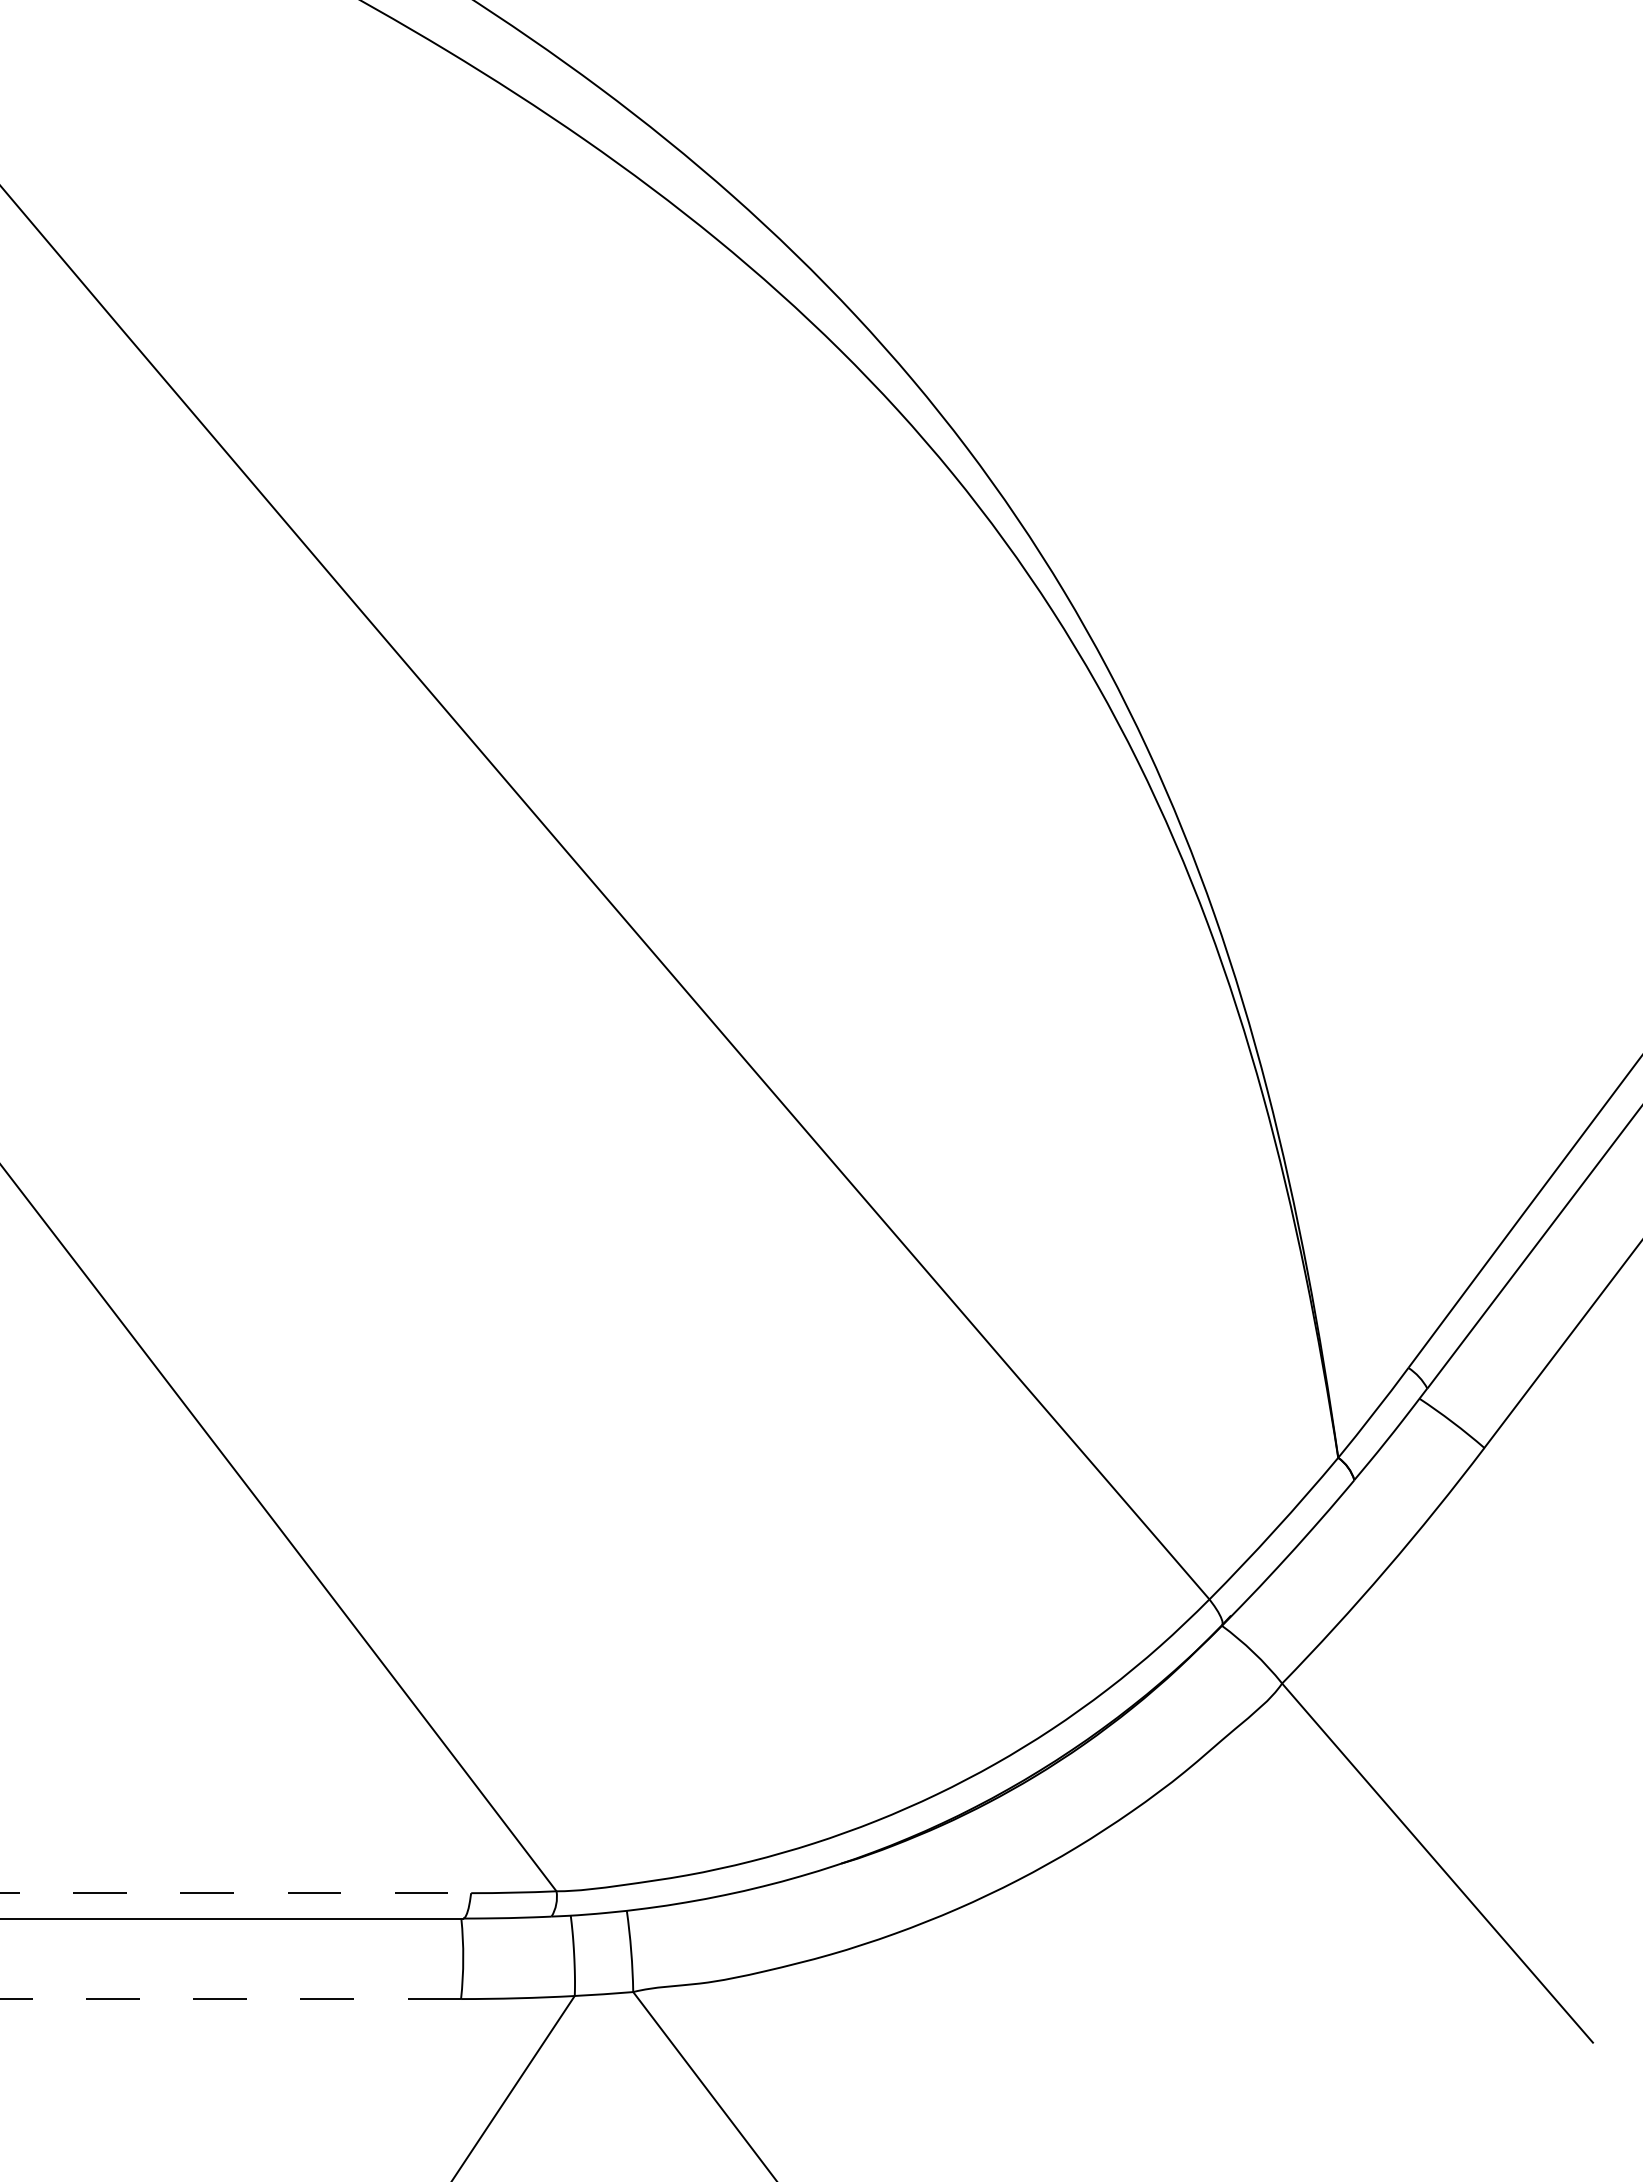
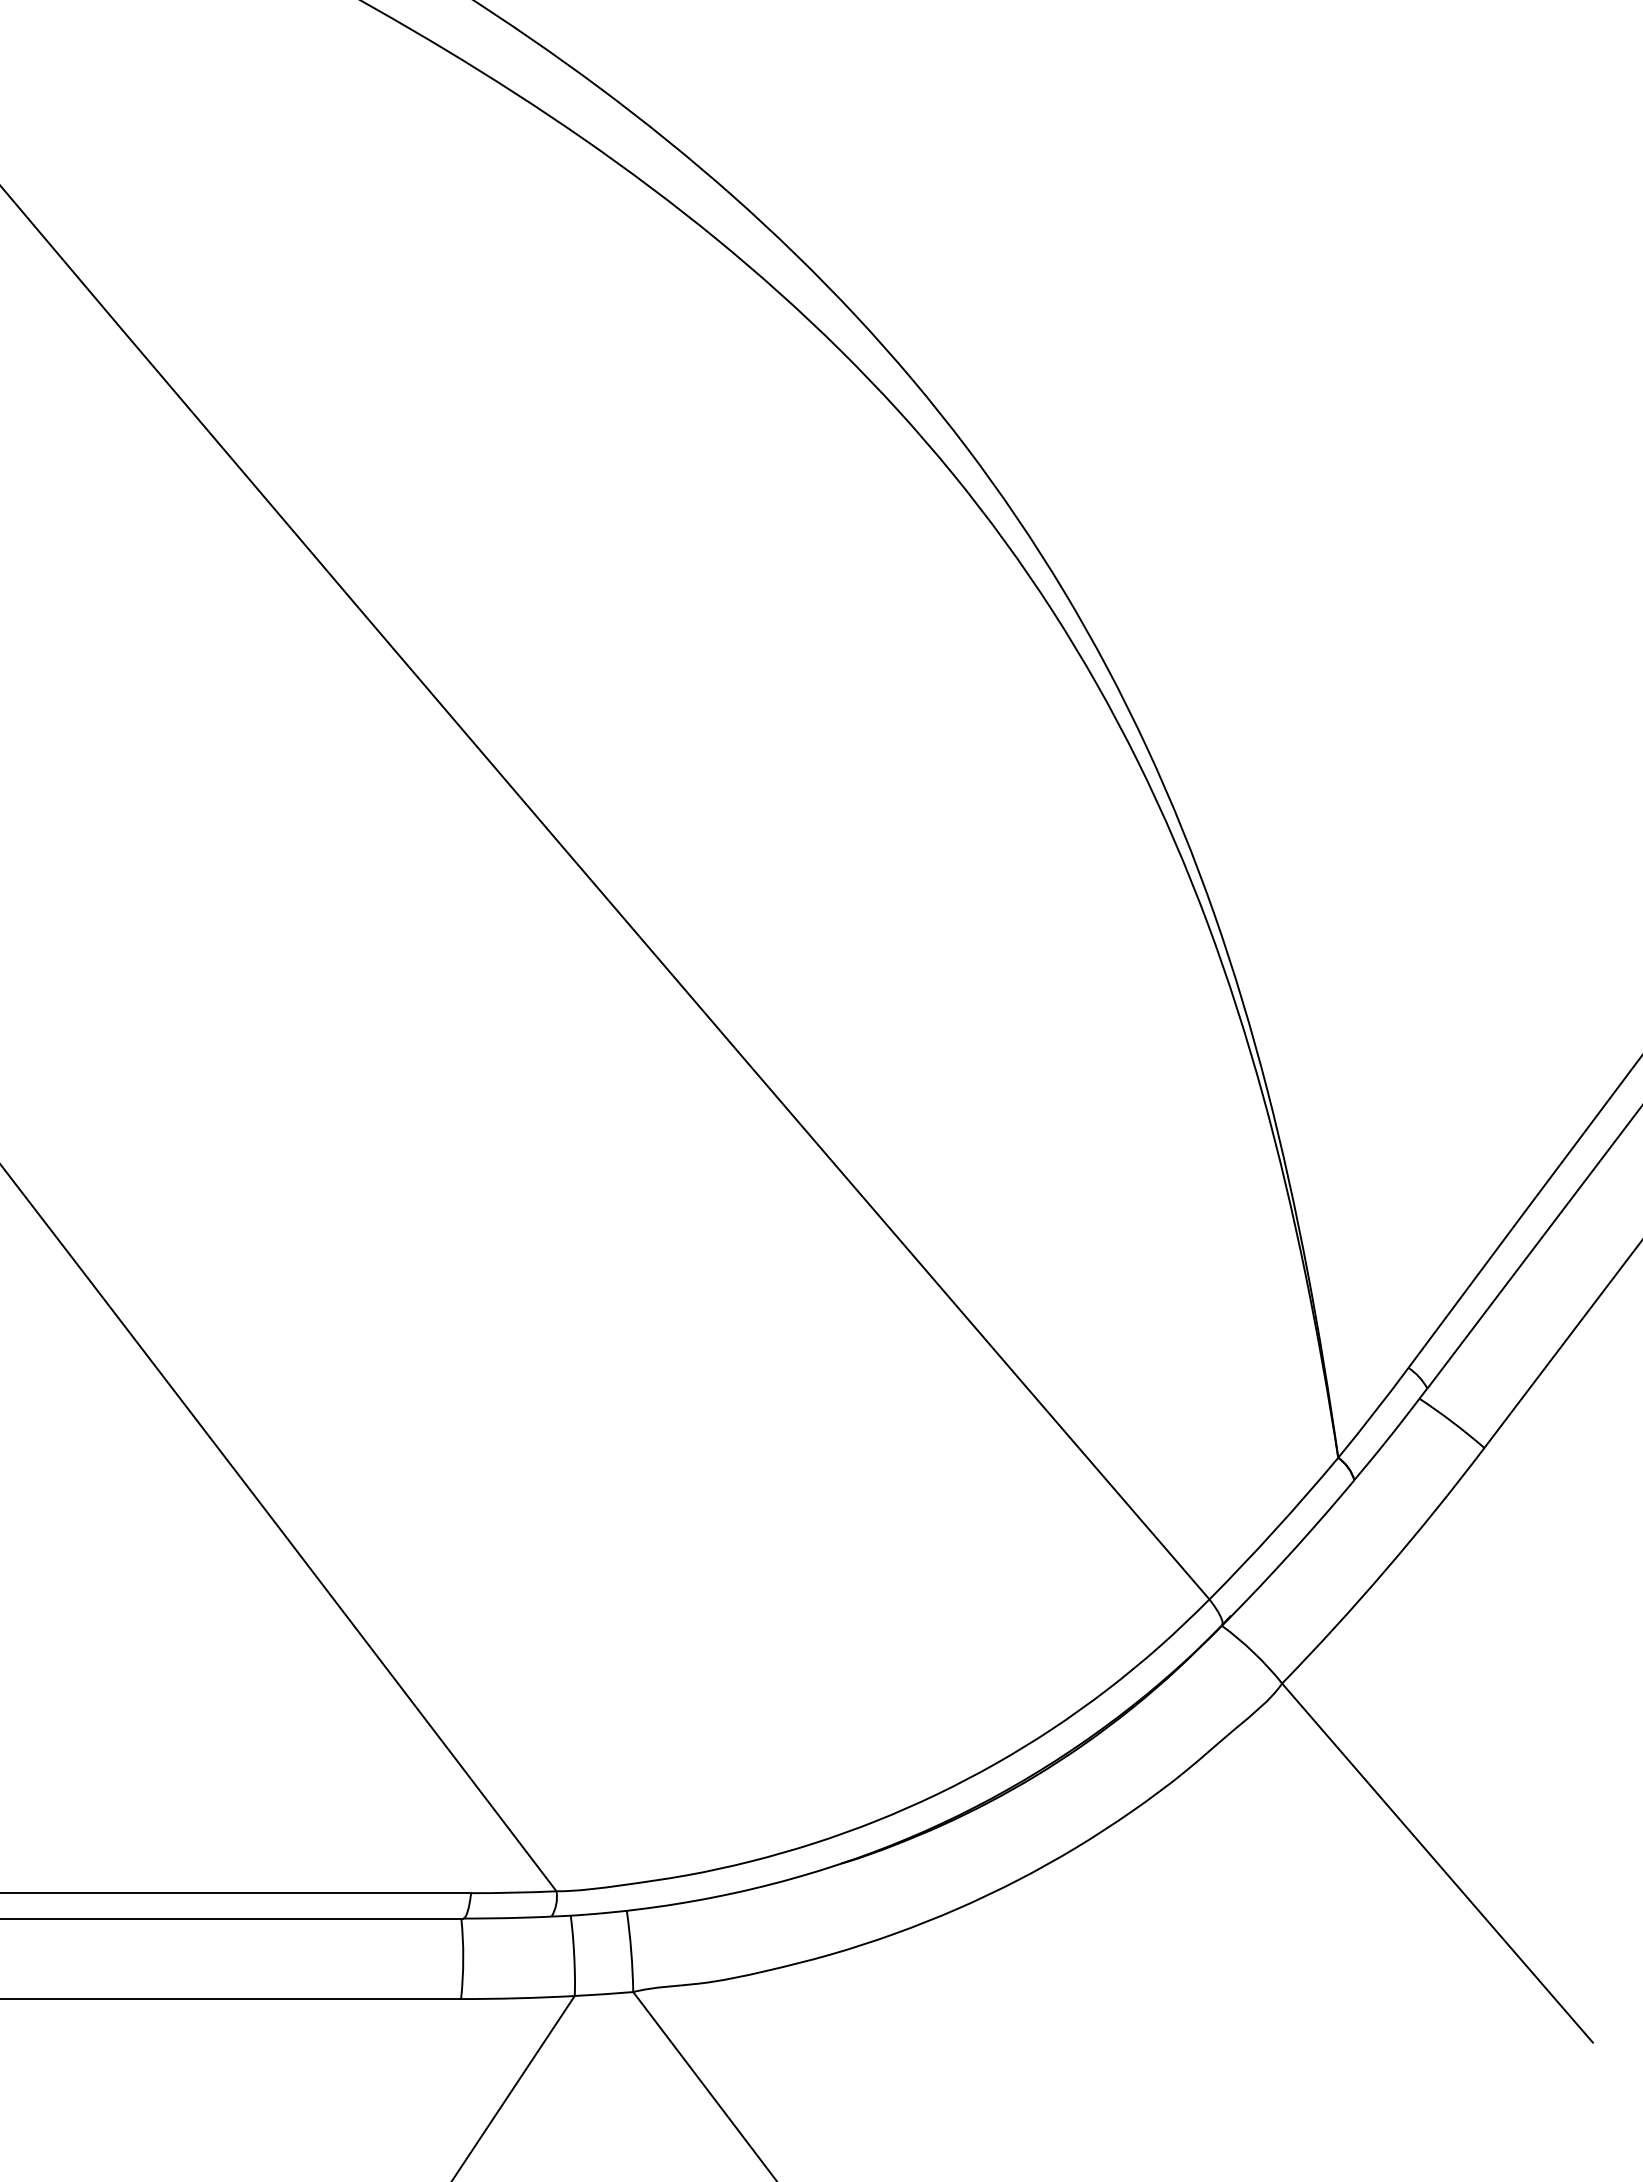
line at (236, 1893): dashed -> solid
line at (230, 1999): dashed -> solid
